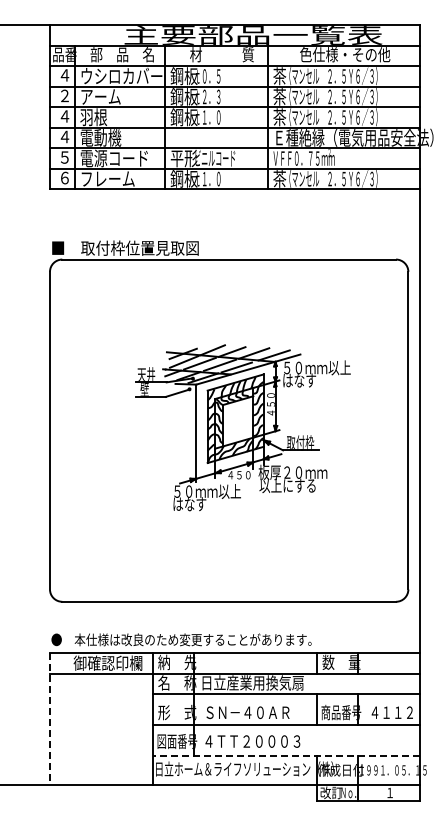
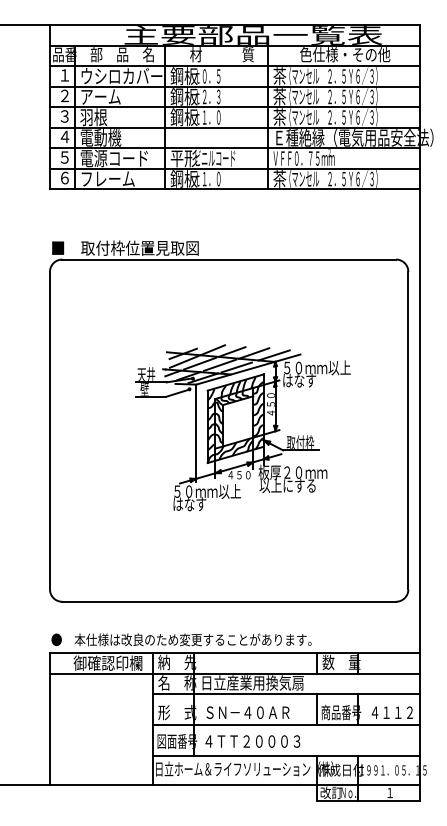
text at (64, 75): ４ -> １
text at (64, 116): ４ -> ３
line at (49, 719): dashed -> solid
line at (285, 756): dashed -> solid
